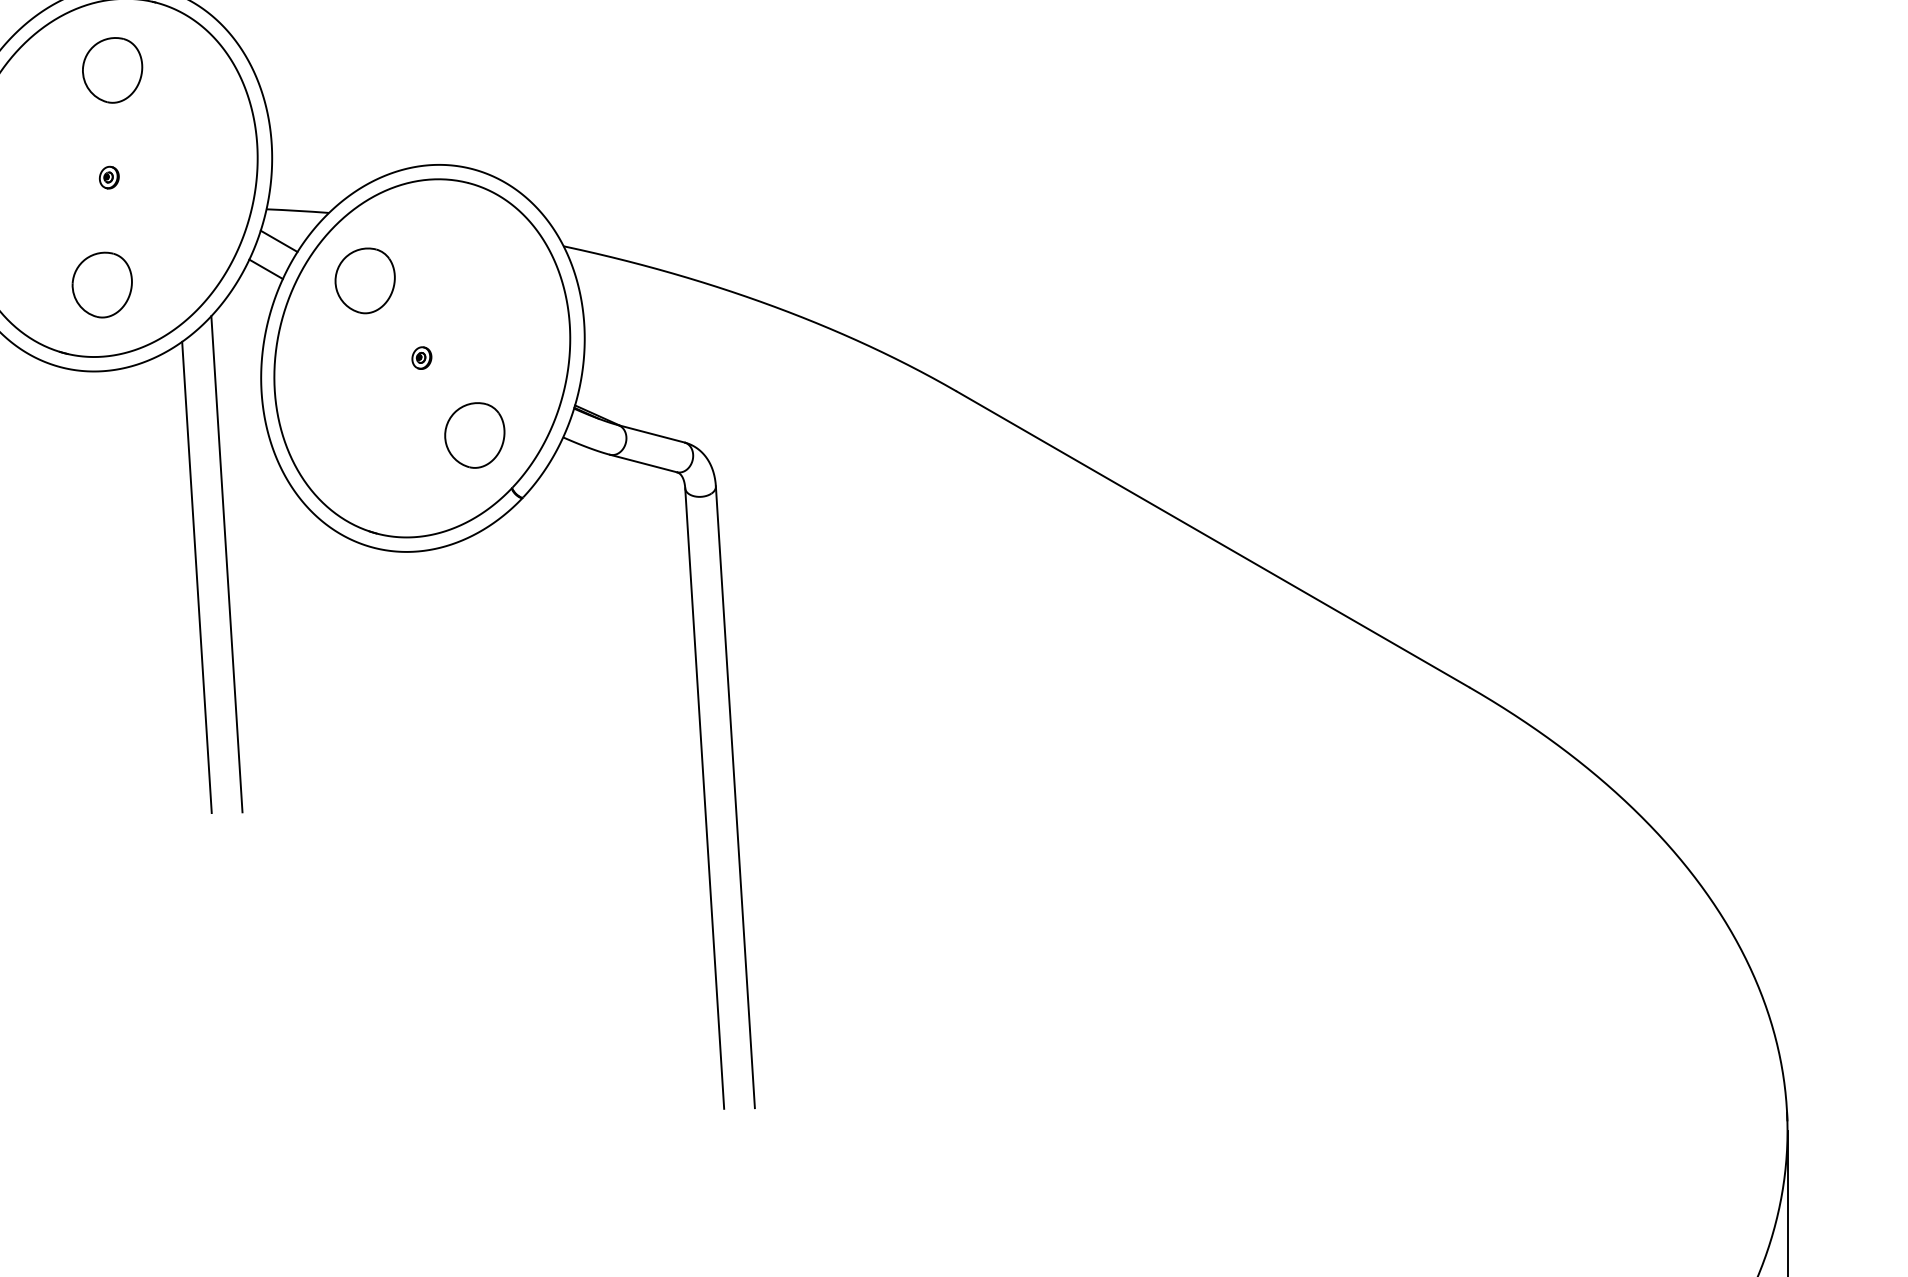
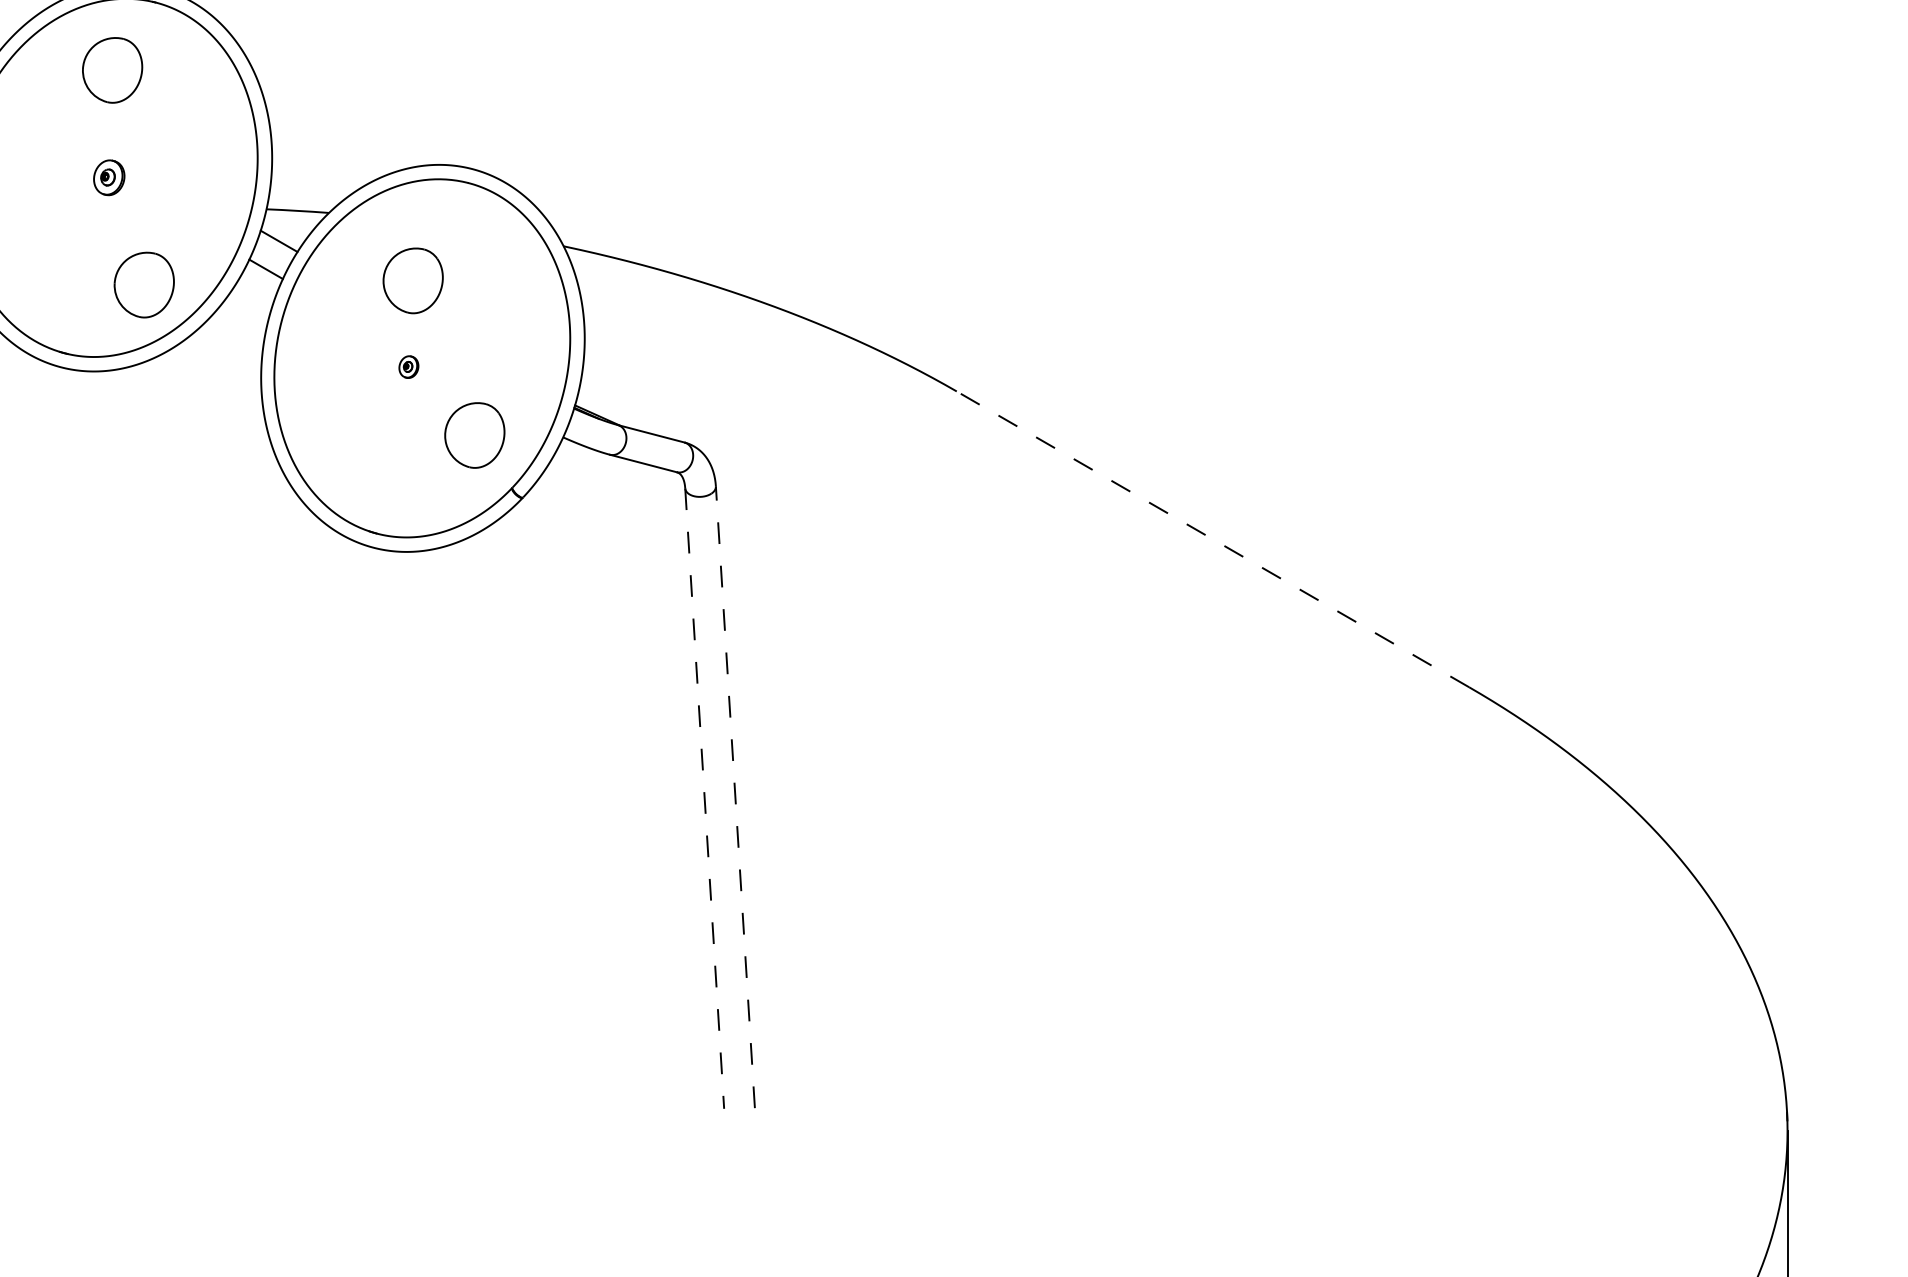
part at (109, 177) size: 21x25 px -> 33x38 px
part at (364, 280) position: (364, 280) -> (412, 280)
part at (101, 284) position: (101, 284) -> (143, 284)
part at (421, 357) position: (421, 357) -> (408, 366)
line at (1212, 539): solid -> dashed
line at (226, 564): present -> none
line at (196, 577): present -> none
line at (735, 796): solid -> dashed
line at (704, 798): solid -> dashed
